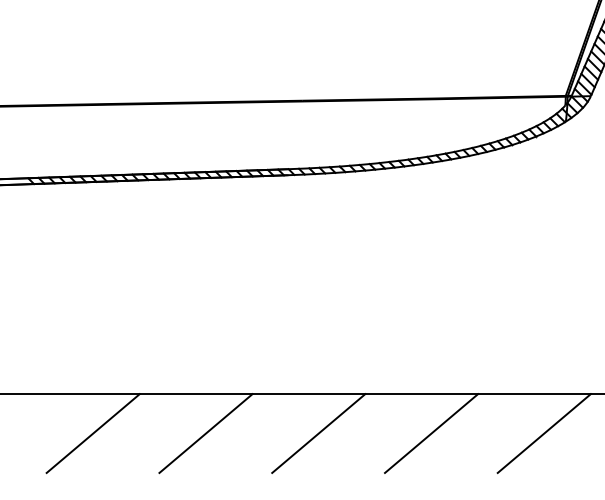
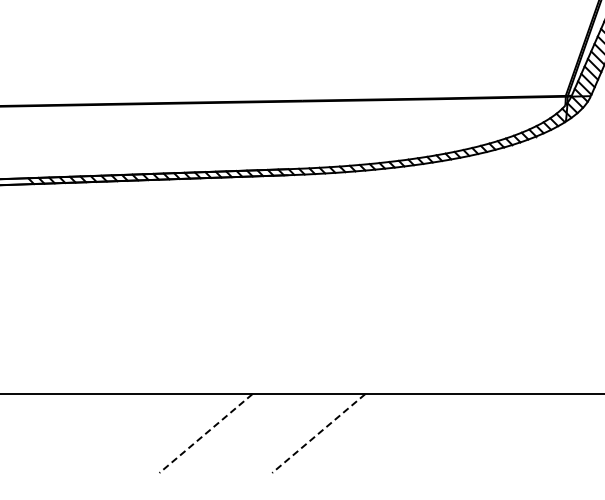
line at (92, 433): present -> none
line at (205, 433): solid -> dashed
line at (318, 433): solid -> dashed
line at (431, 433): present -> none
line at (543, 433): present -> none
